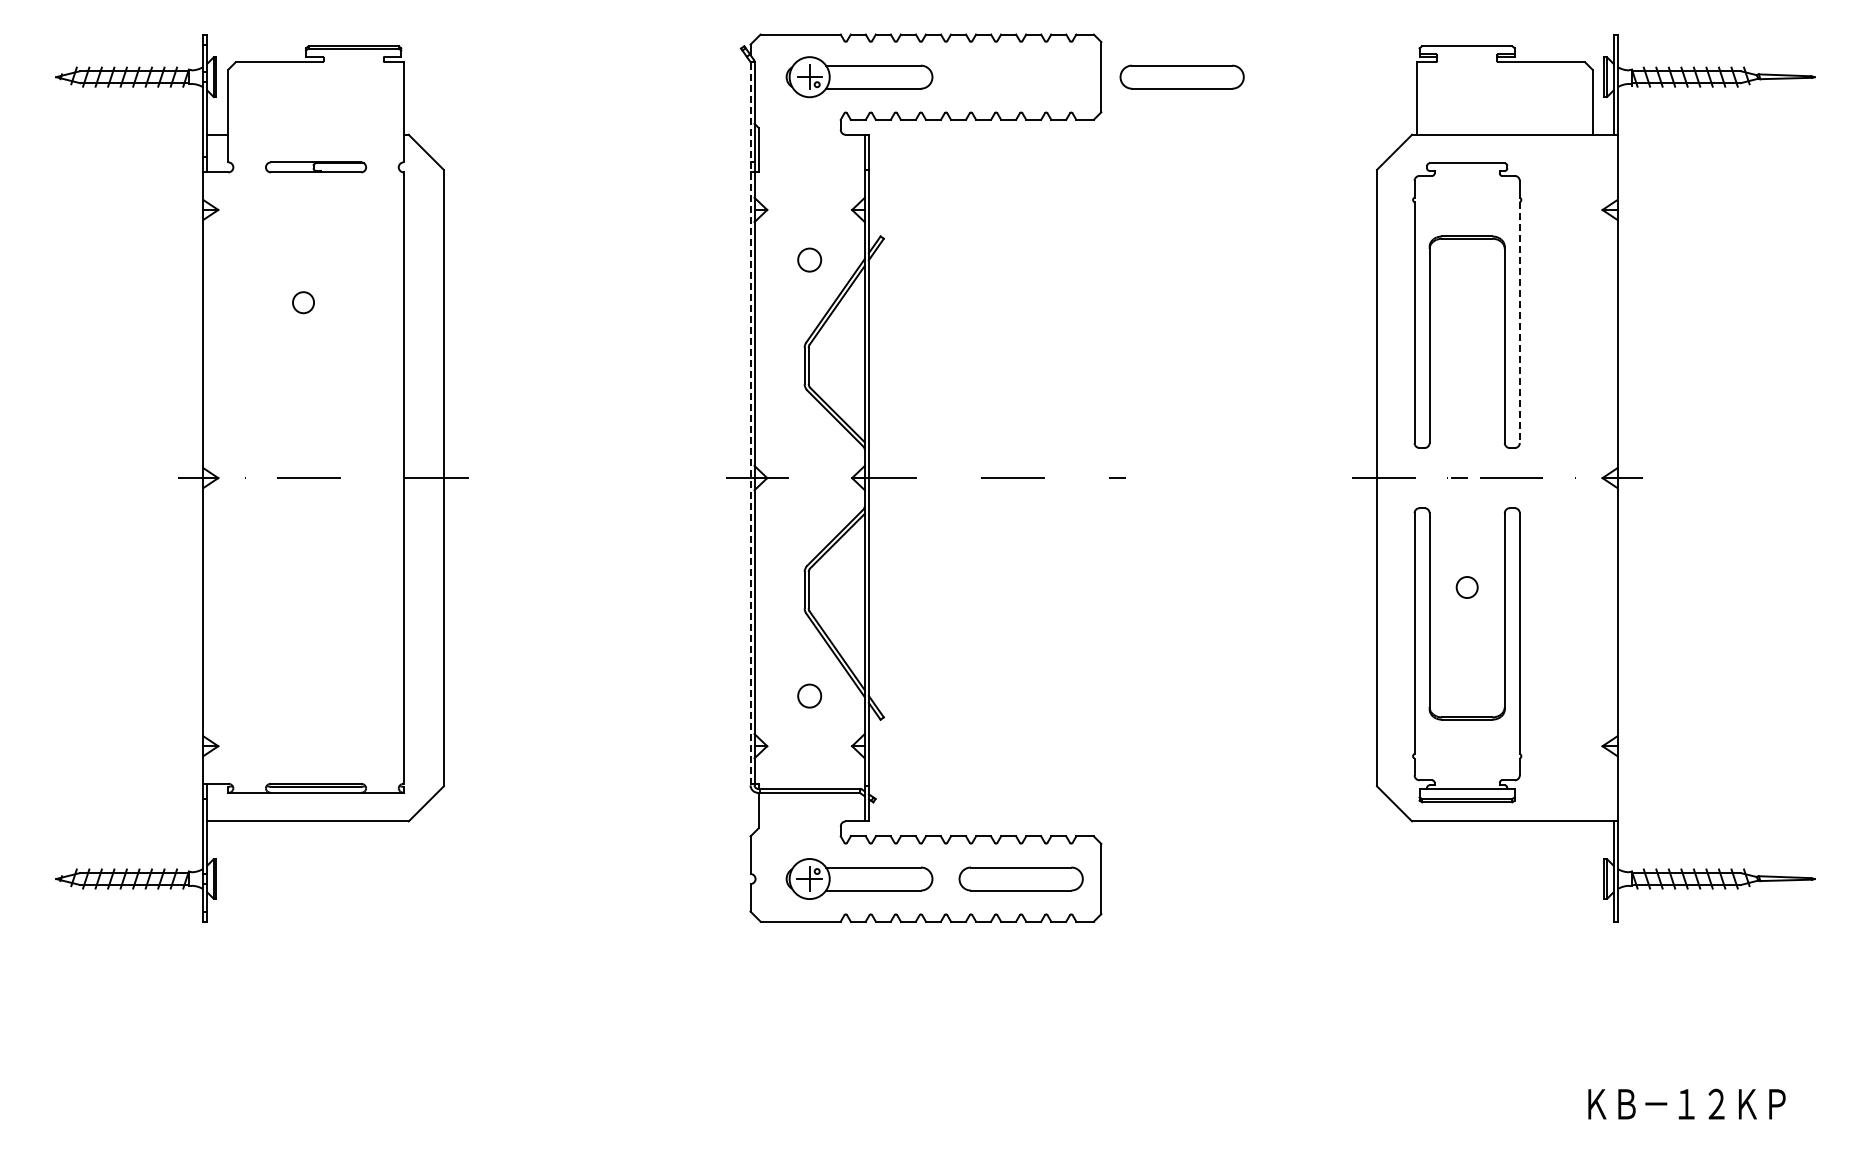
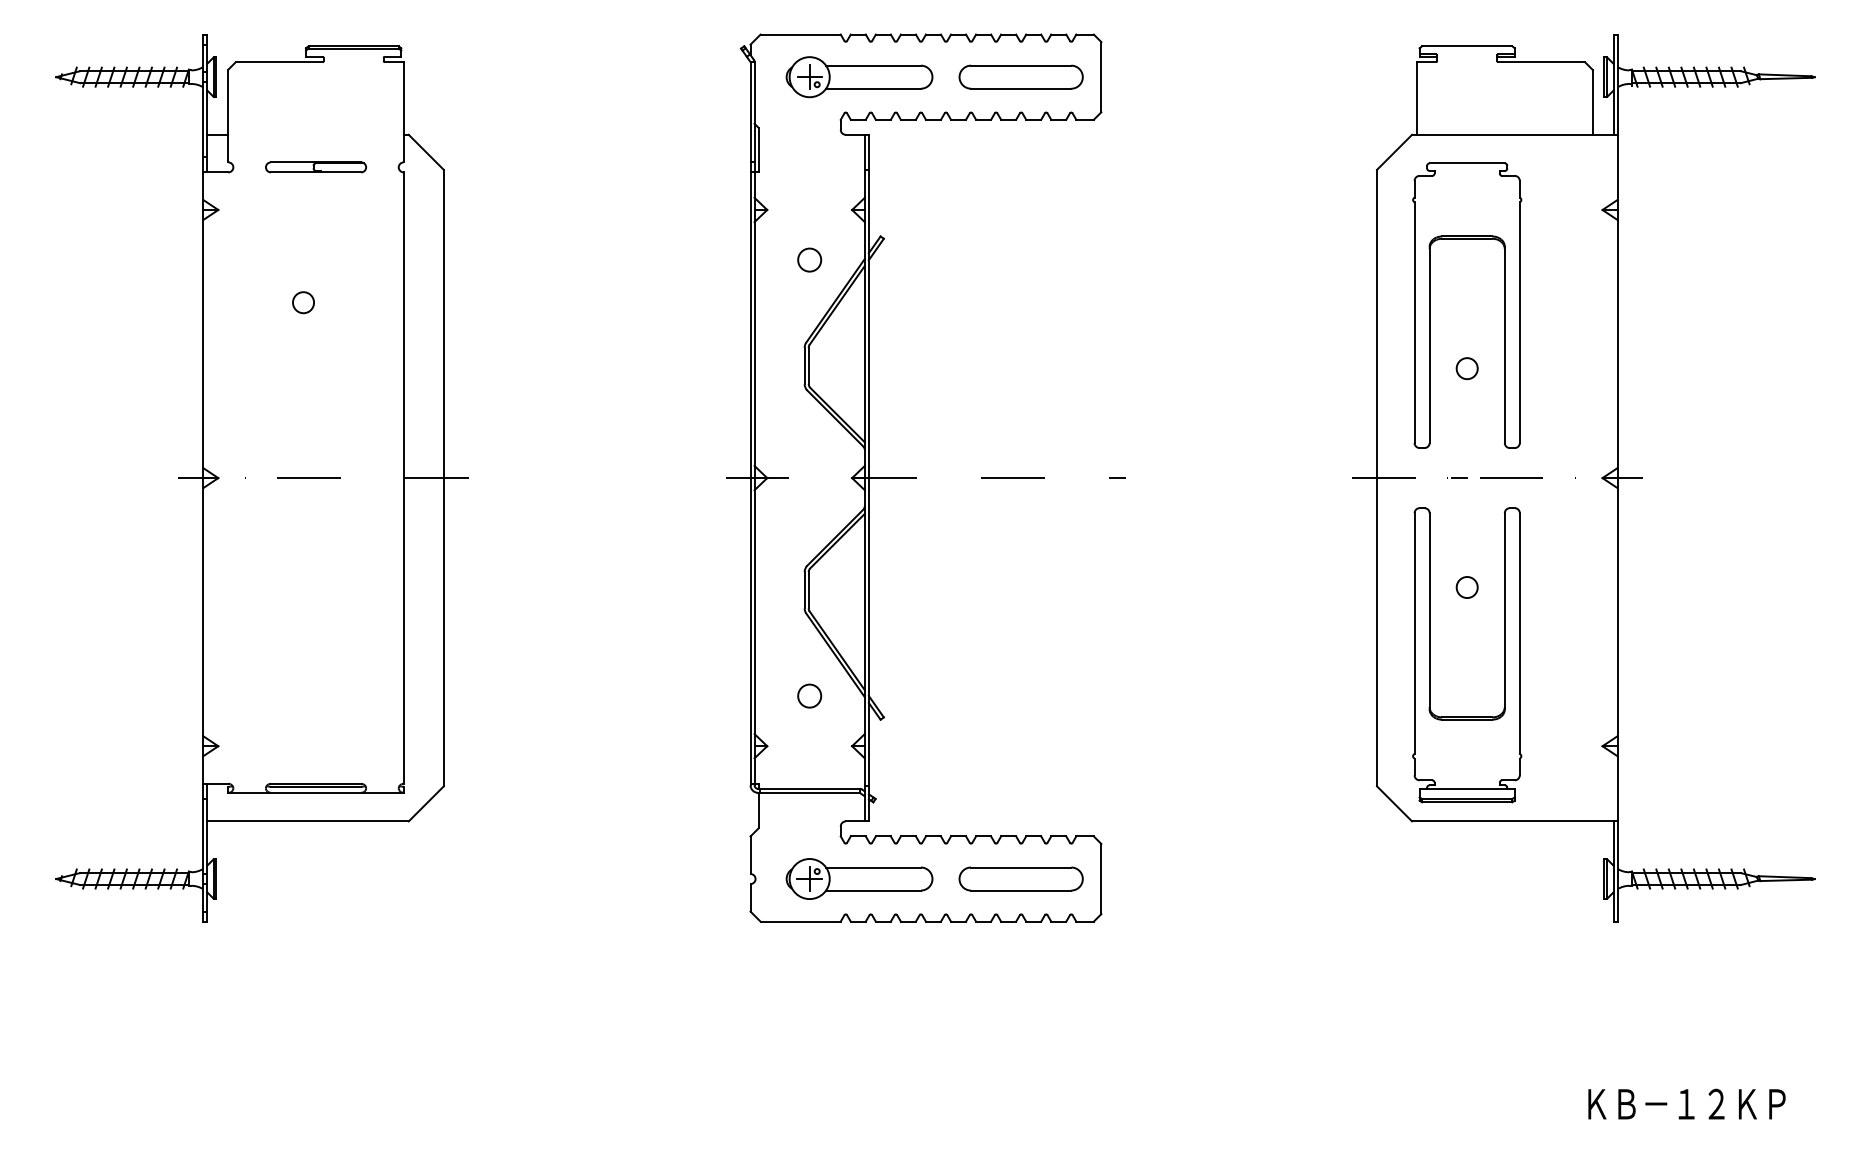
part at (1181, 76) position: (1181, 76) -> (1020, 76)
line at (1519, 323): dashed -> solid
circle at (1466, 368): none -> present
line at (750, 423): dashed -> solid
